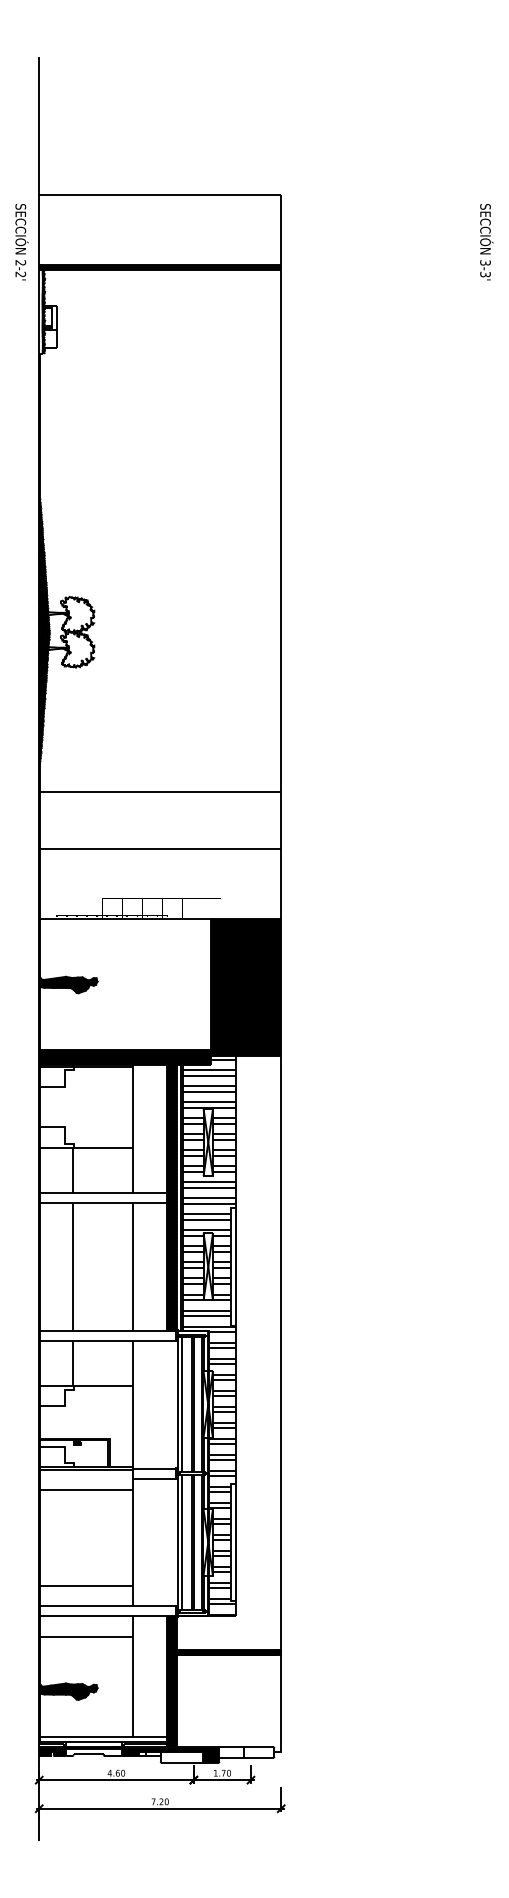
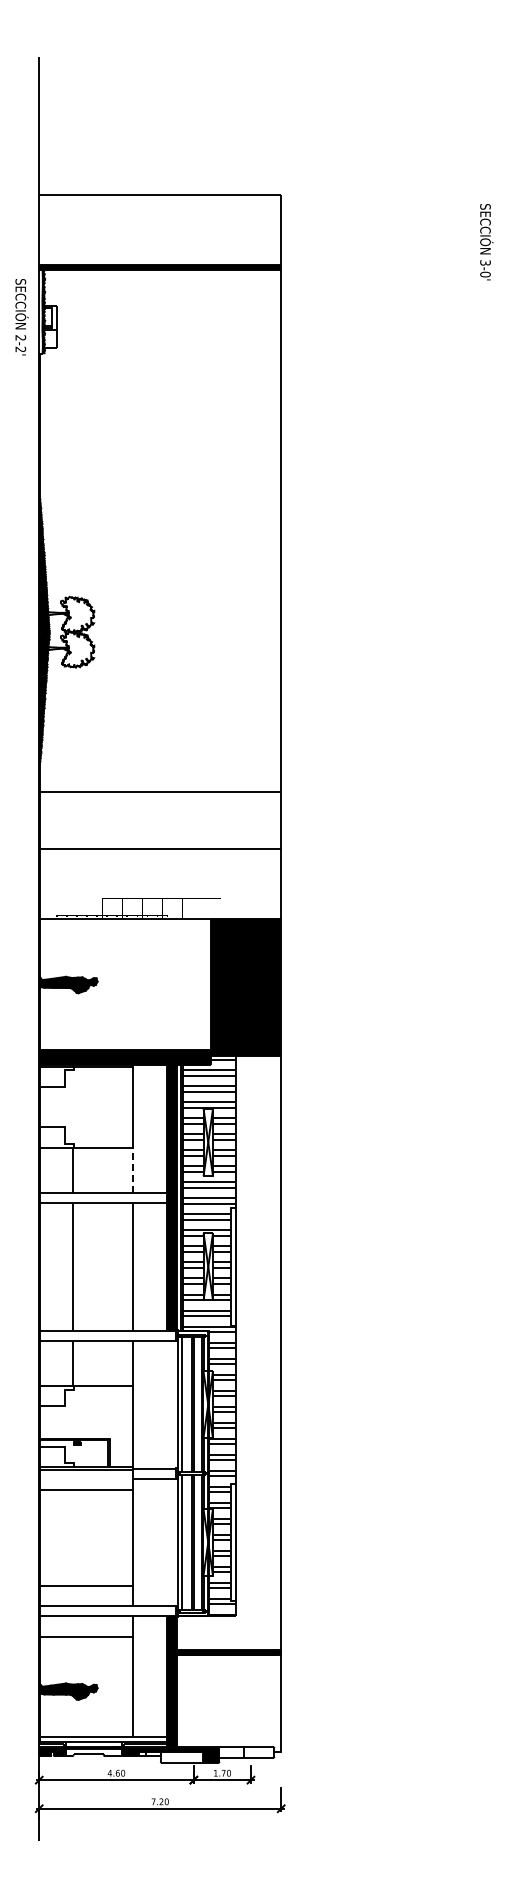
text at (21, 242) position: (21, 242) -> (21, 317)
text at (485, 274): 3-3' -> 3-0'
line at (133, 1170): solid -> dashed
